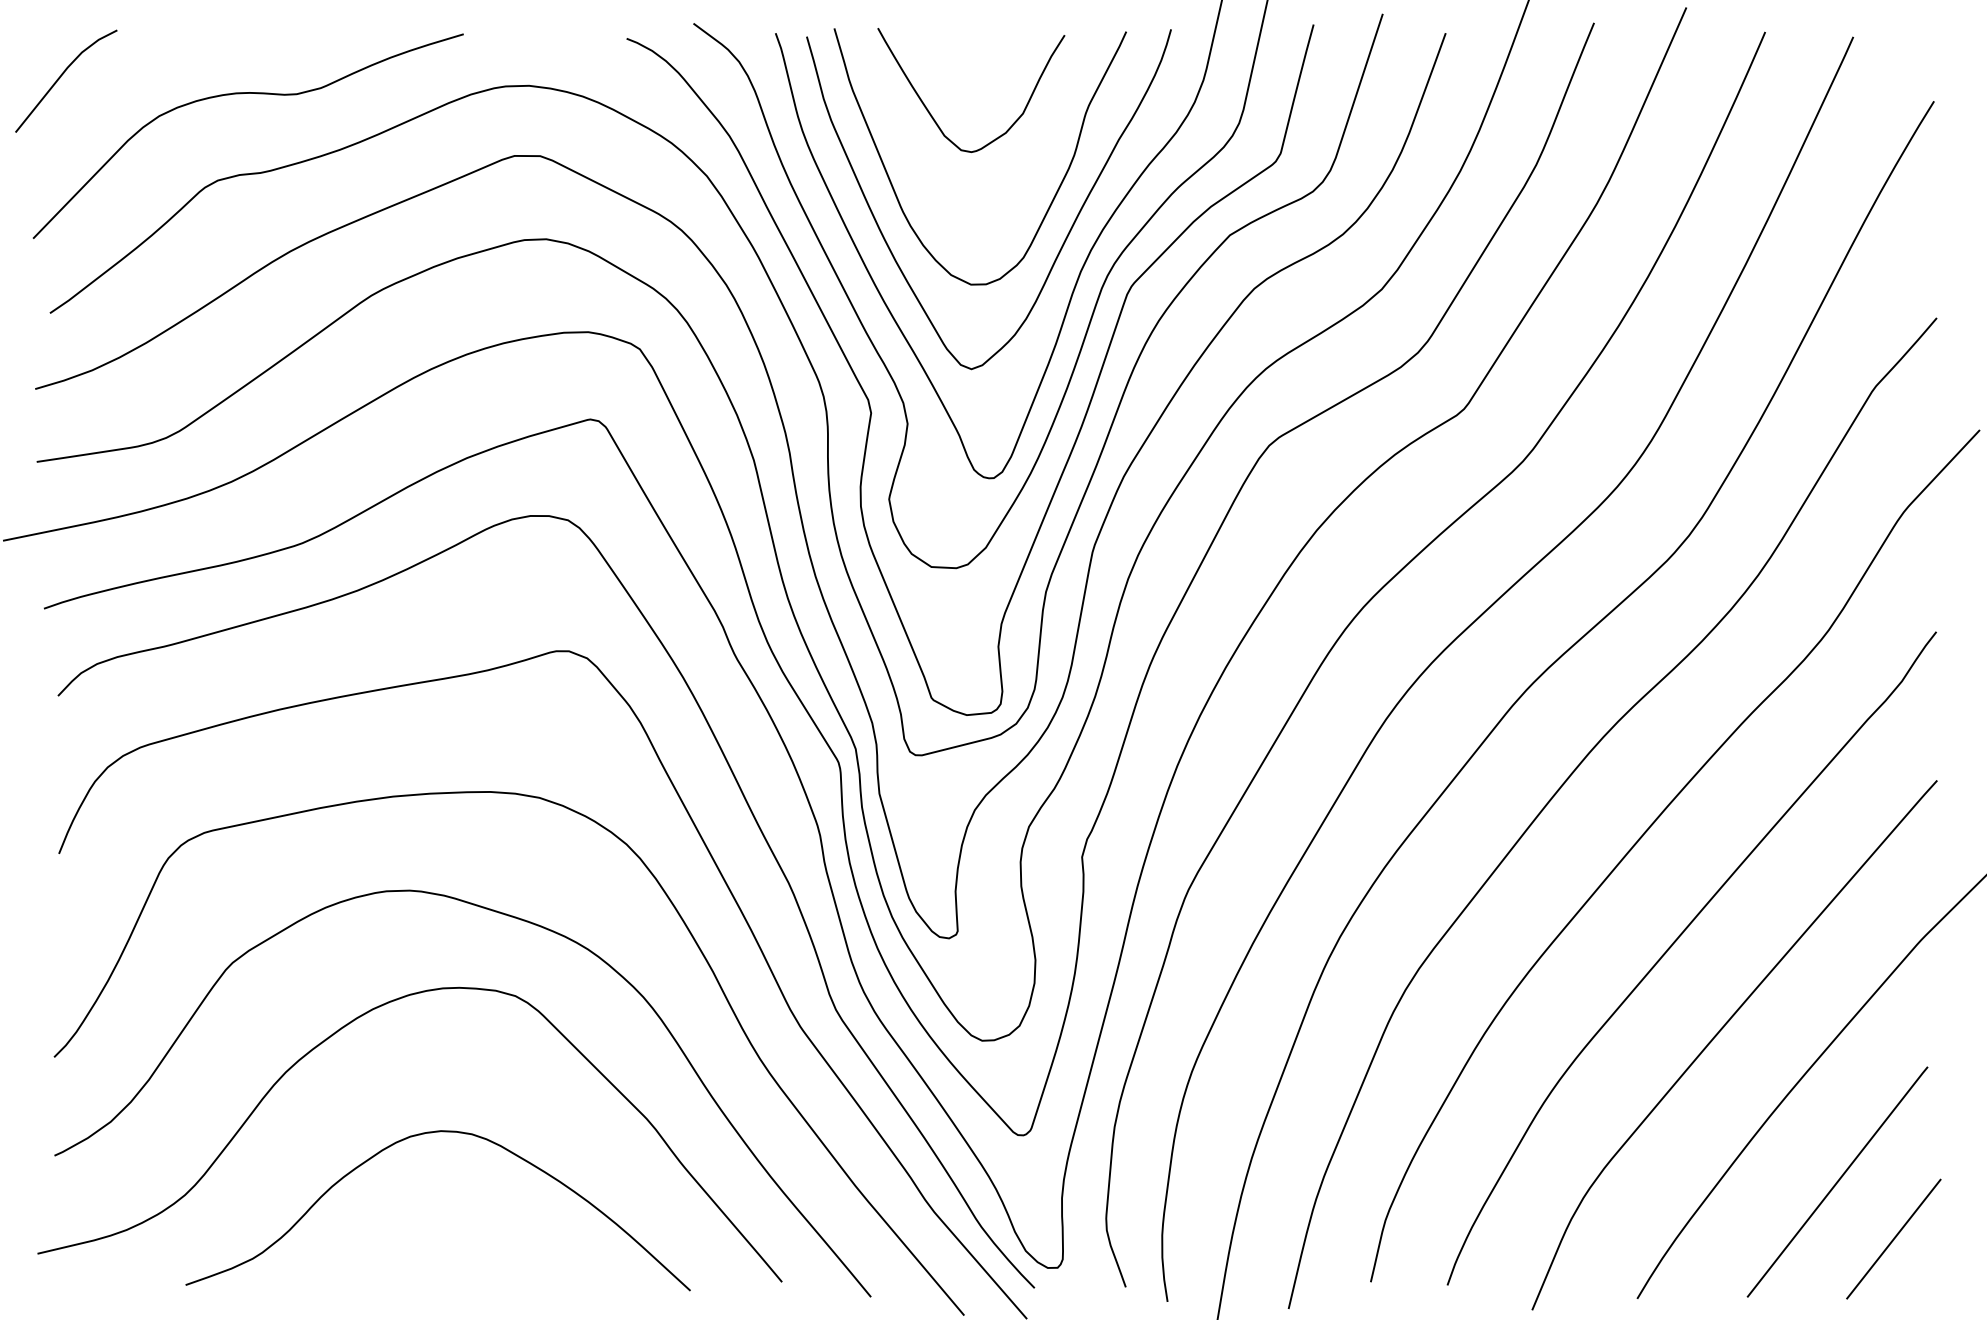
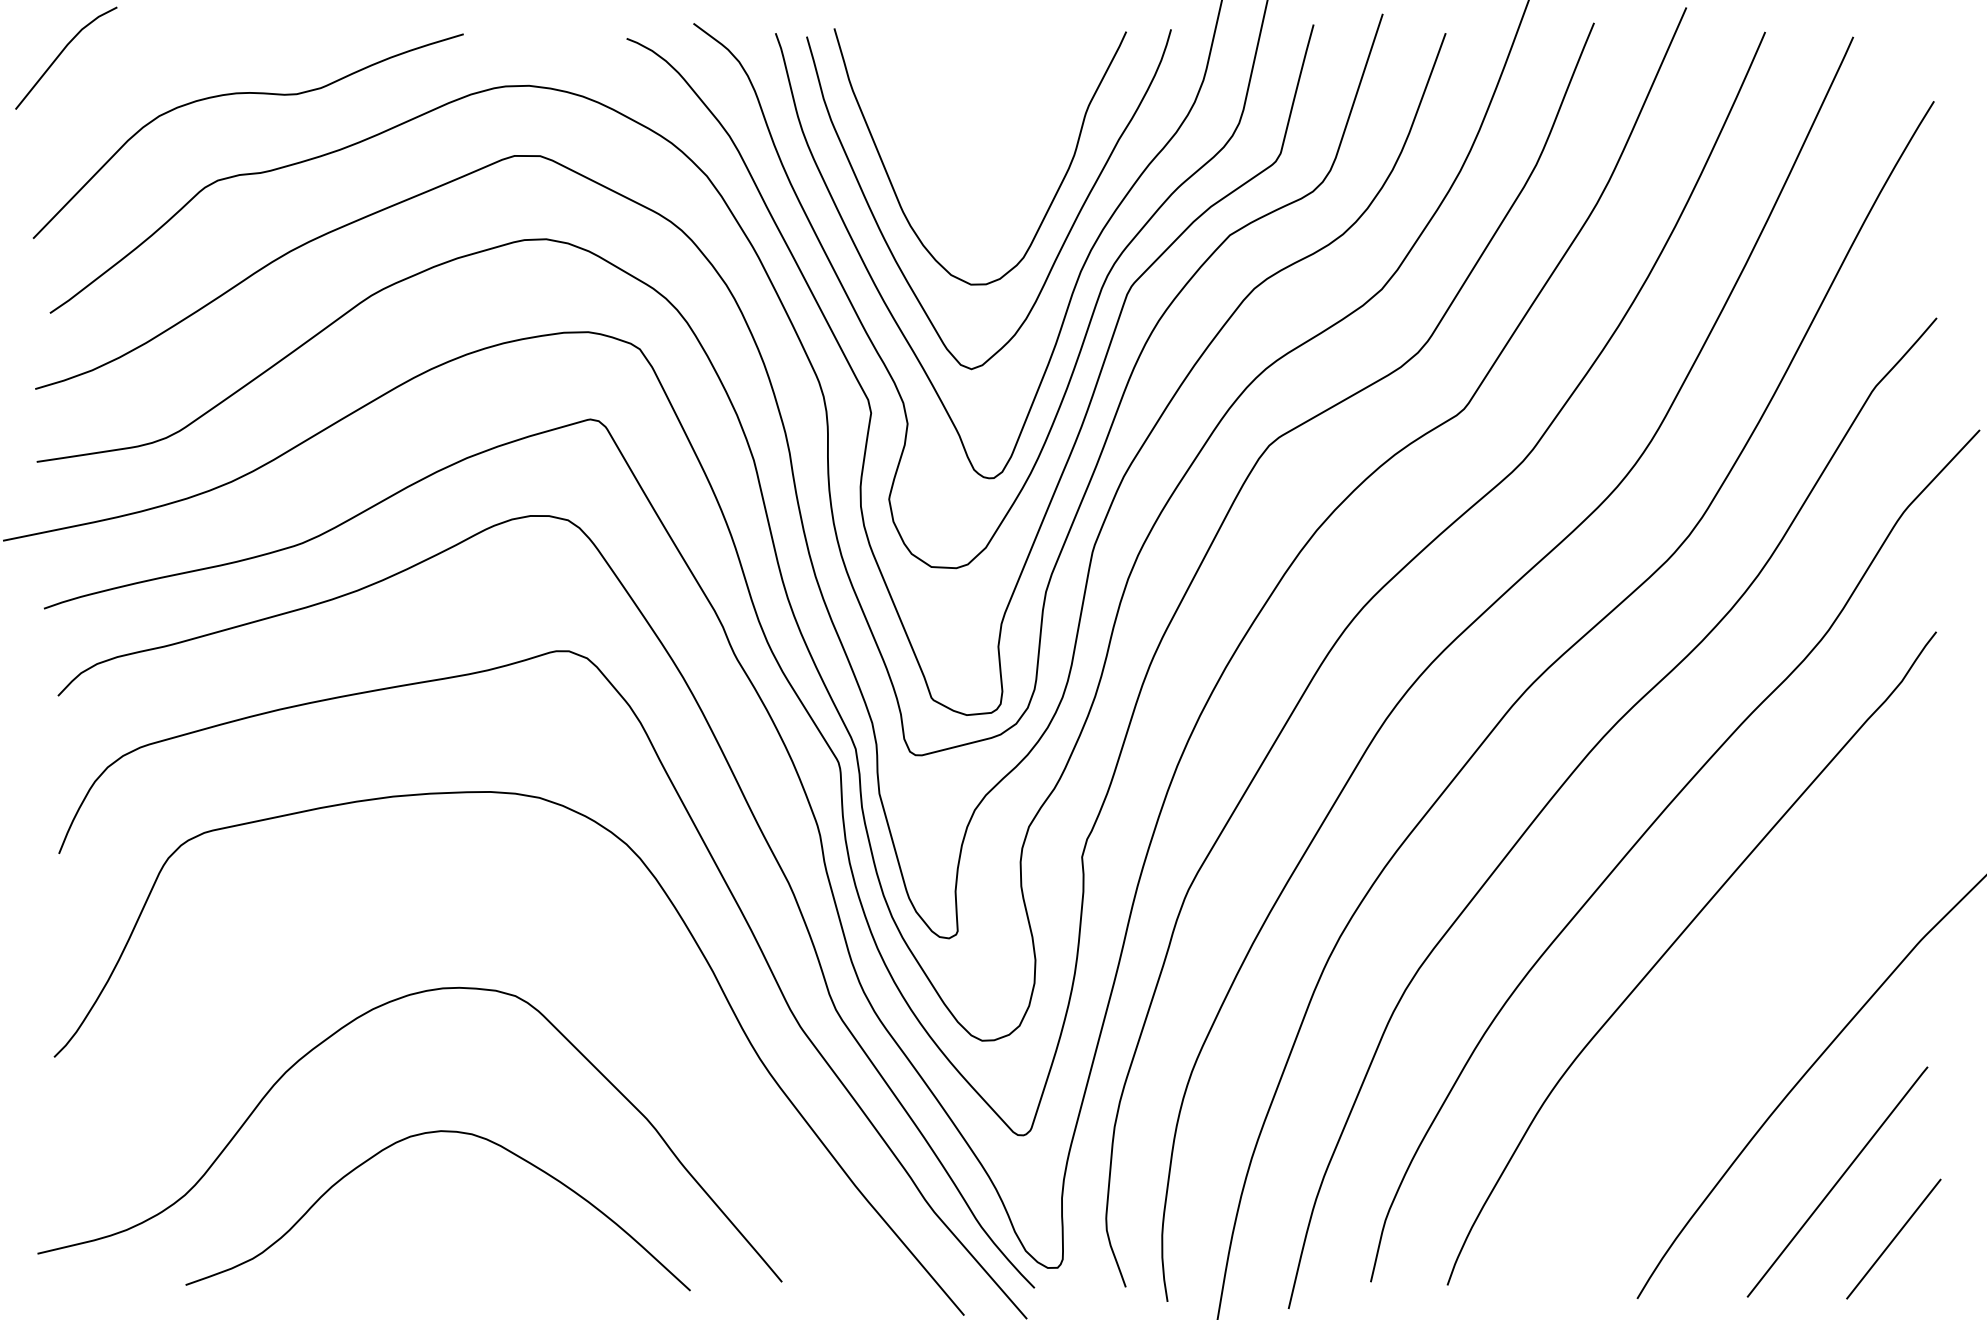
line at (60, 78) position: (60, 78) -> (60, 55)
curve at (932, 115): present -> none
curve at (520, 920): present -> none
curve at (1718, 1034): present -> none
